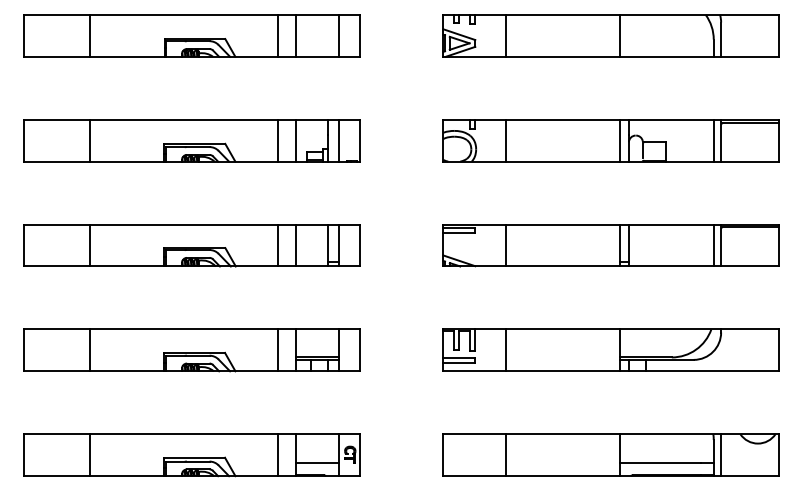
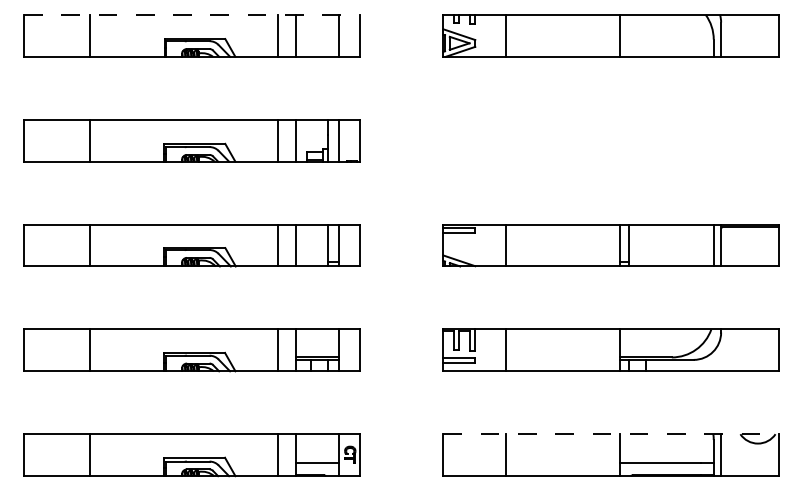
line at (191, 14): solid -> dashed
part at (610, 140): present -> none
line at (611, 434): solid -> dashed
